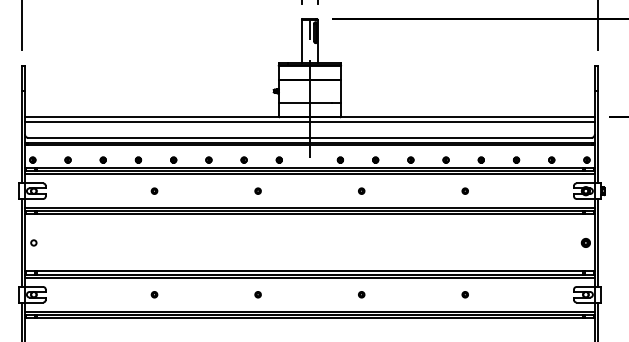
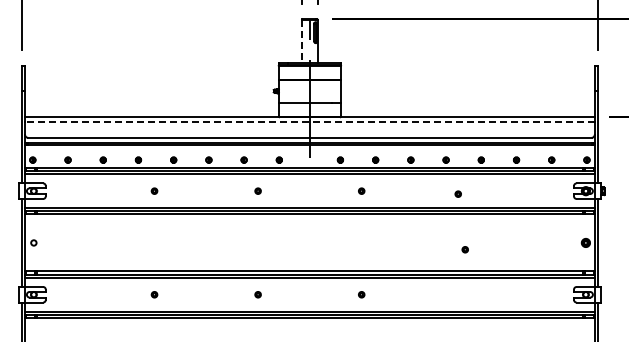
line at (302, 41): solid -> dashed
line at (309, 122): solid -> dashed
part at (464, 190) position: (464, 190) -> (457, 193)
part at (464, 294) position: (464, 294) -> (464, 249)
